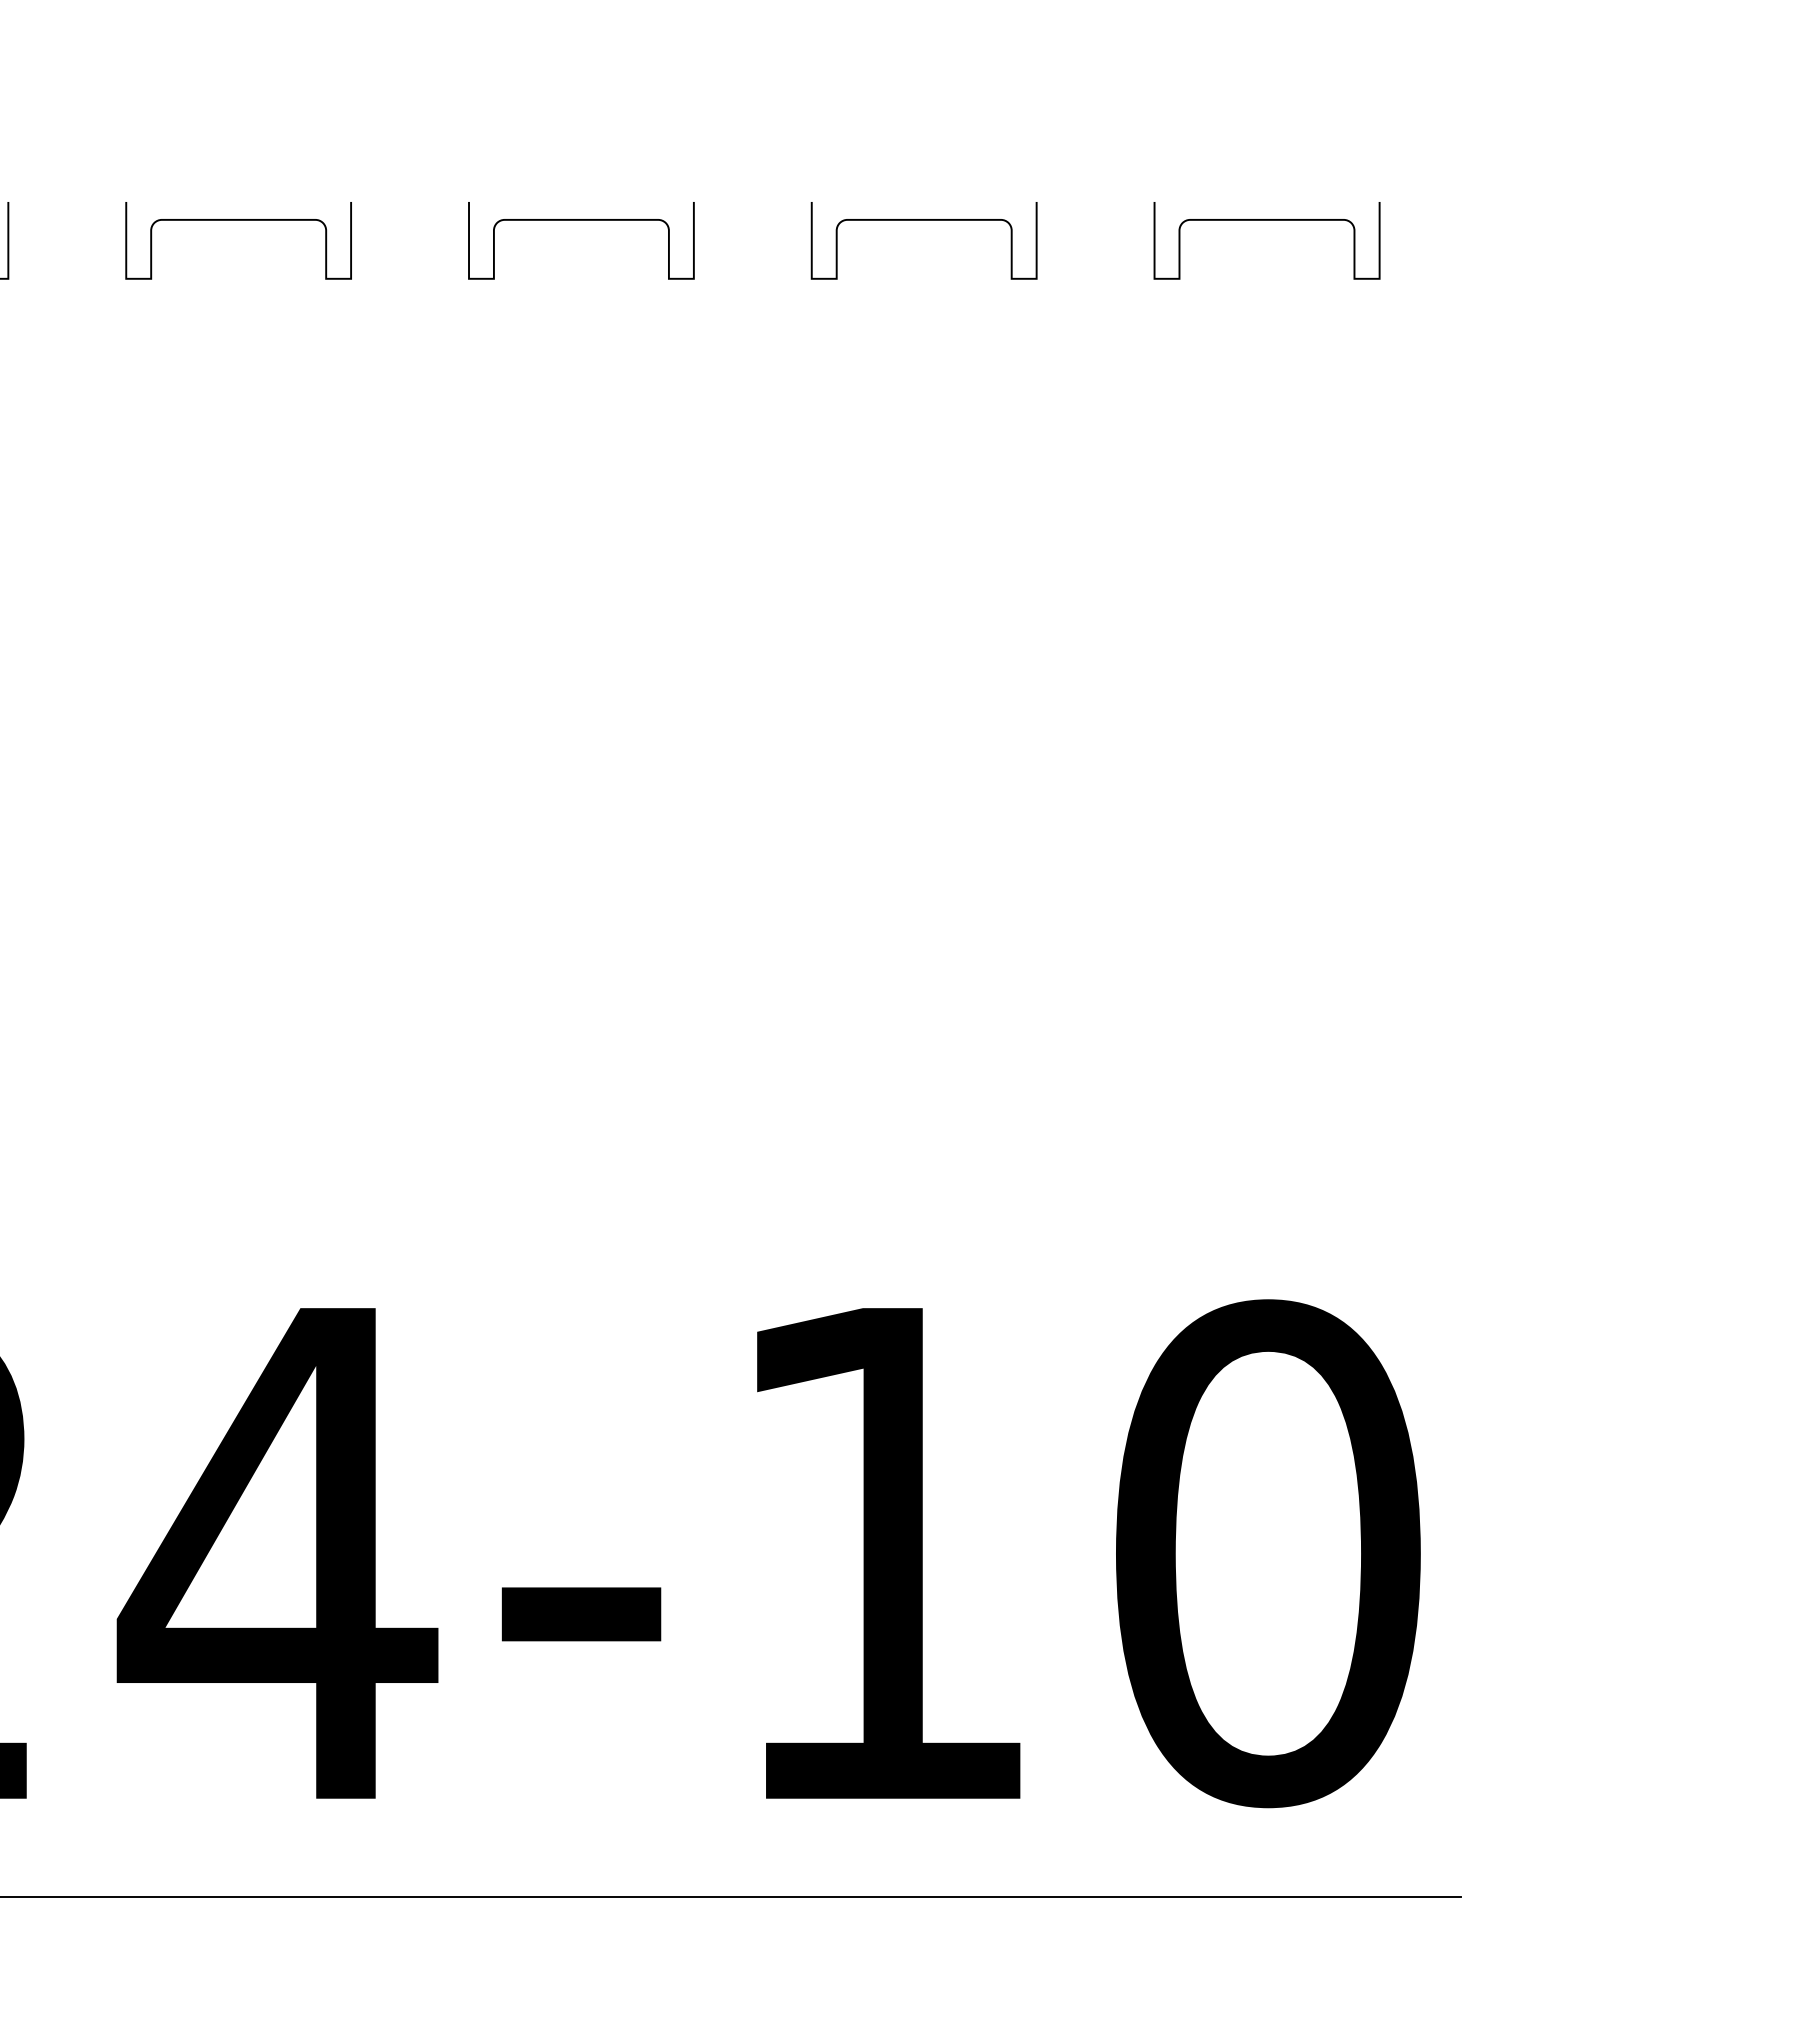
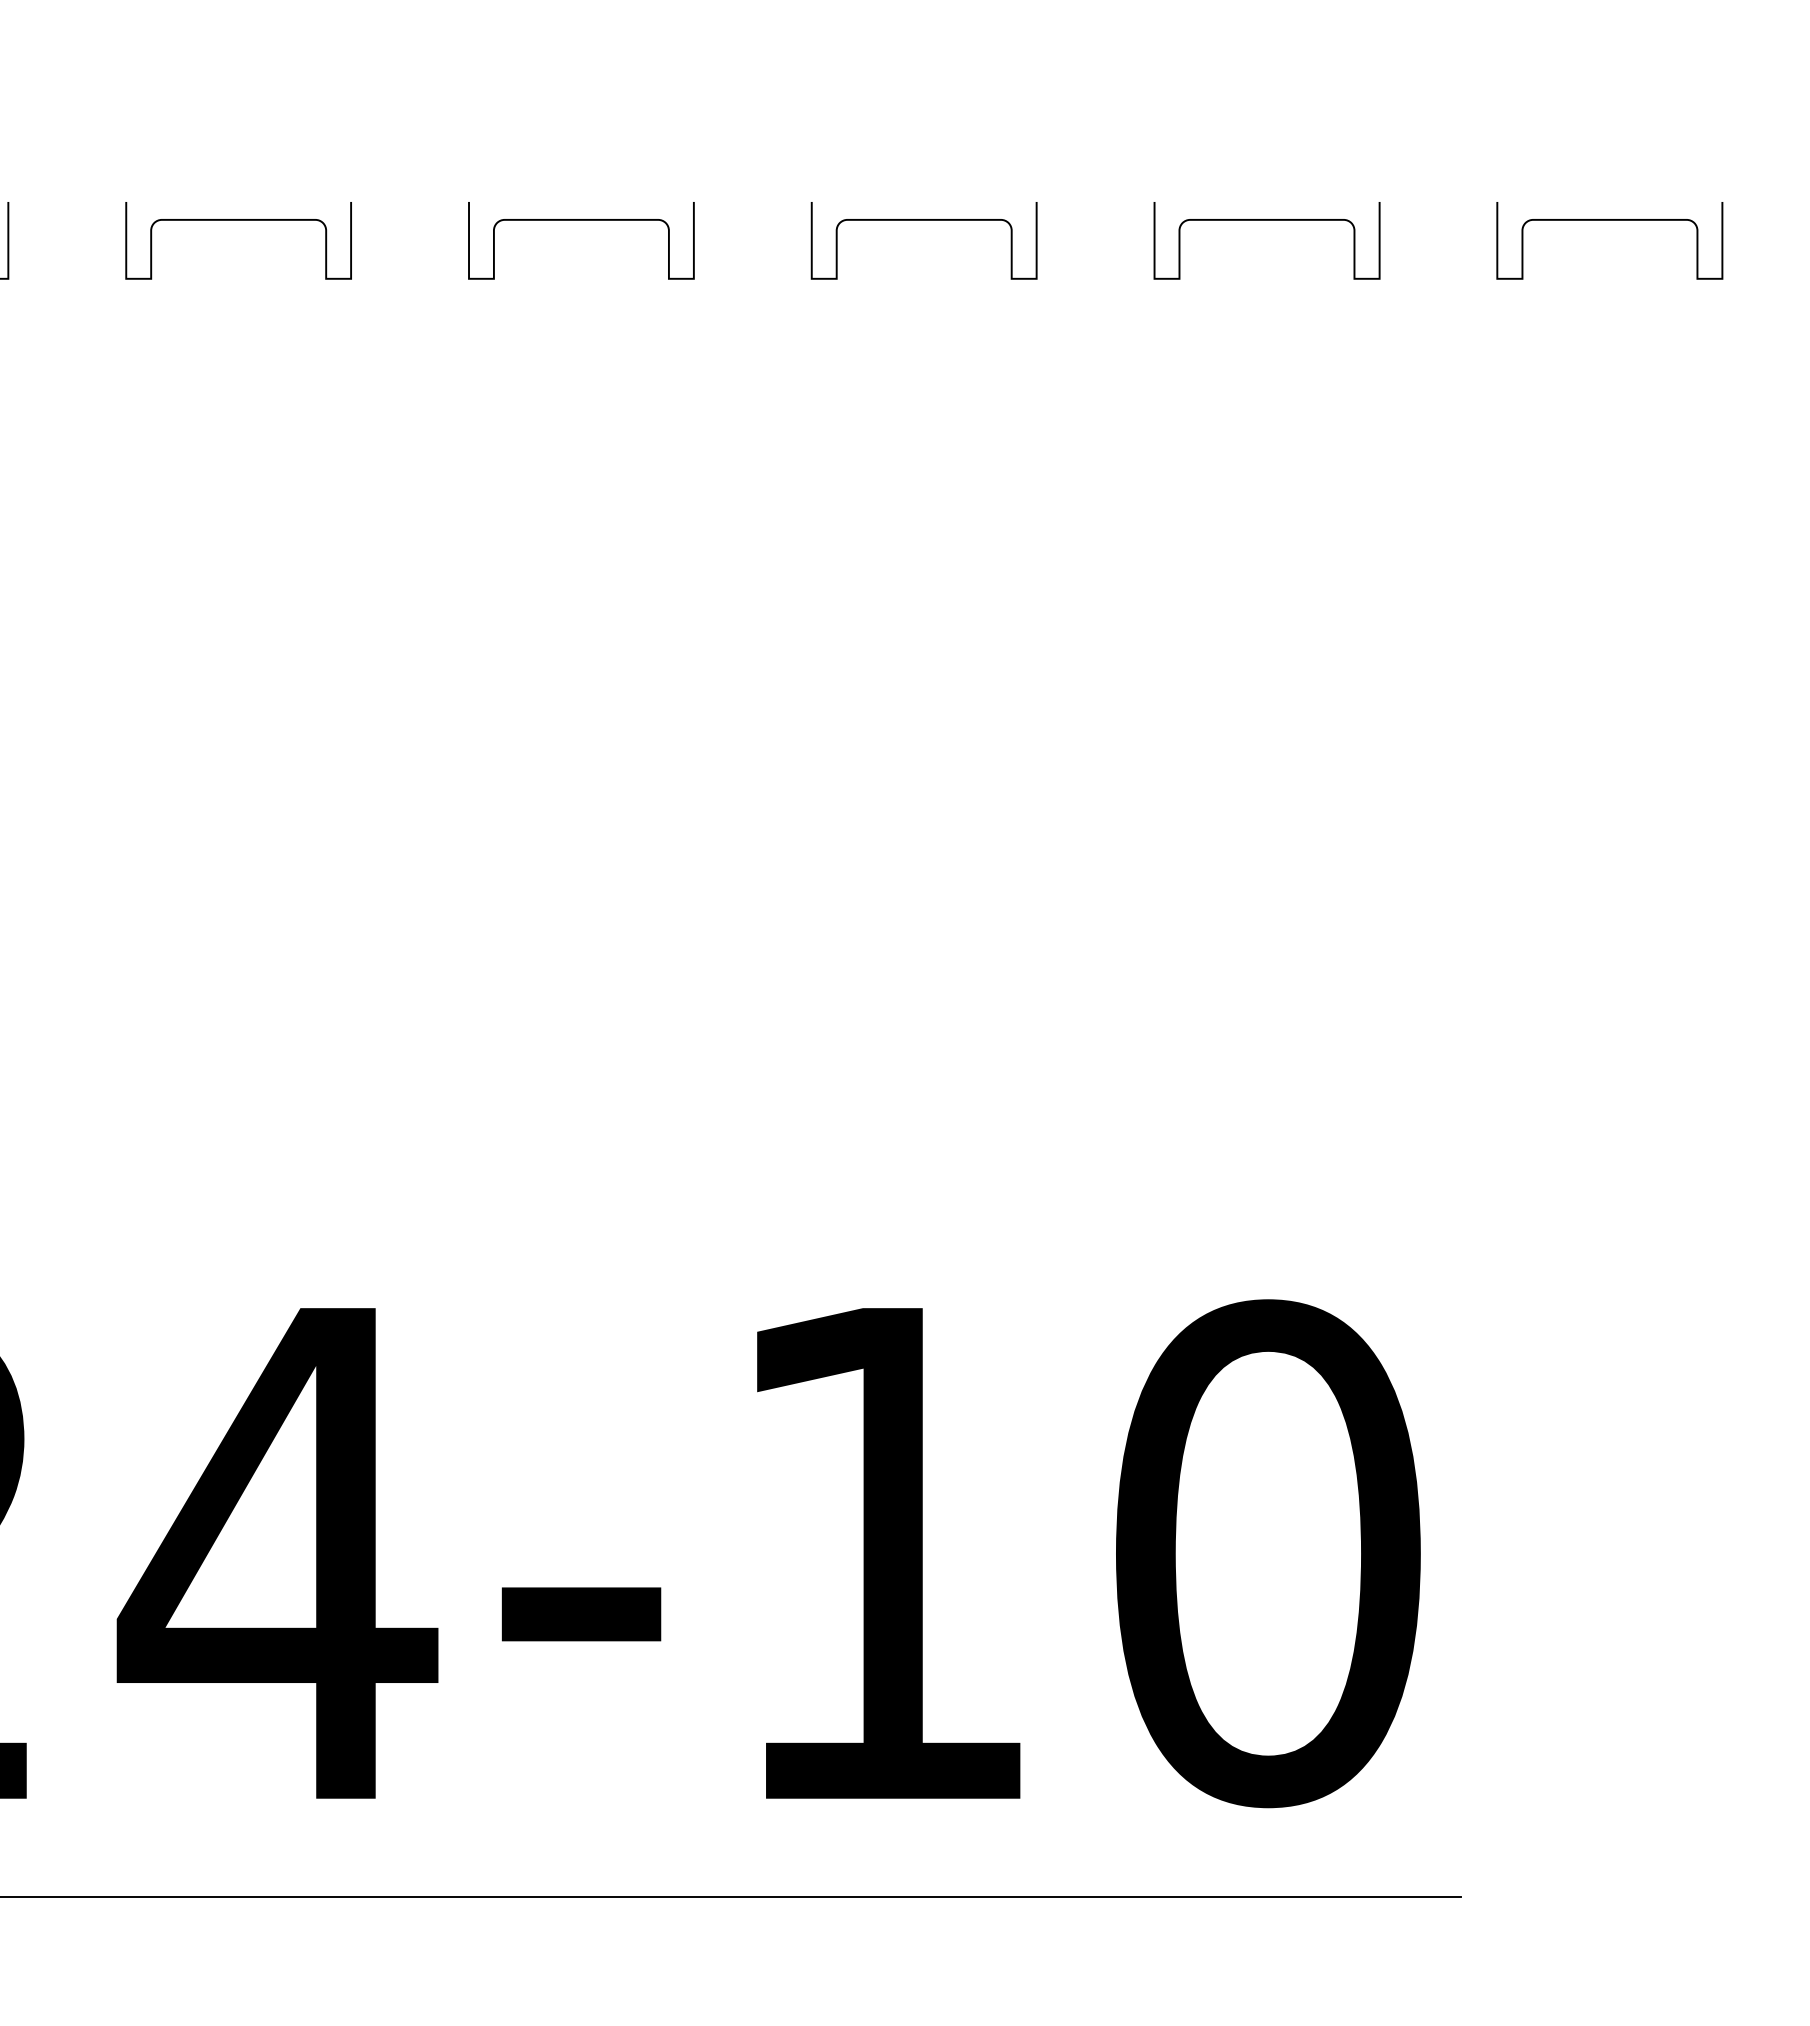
curve at (1609, 220): none -> present
